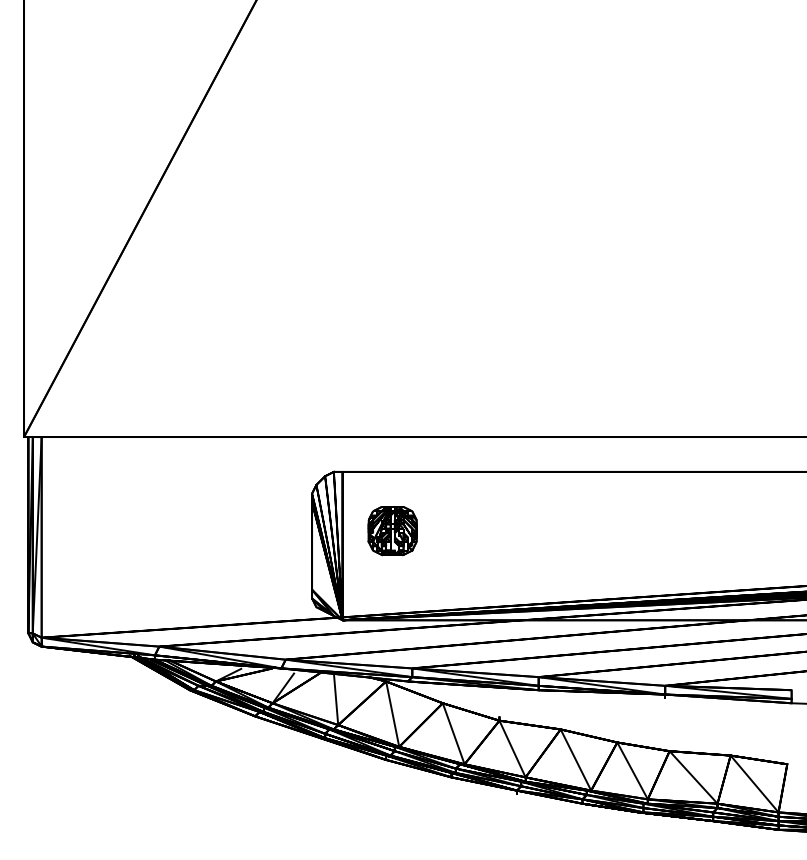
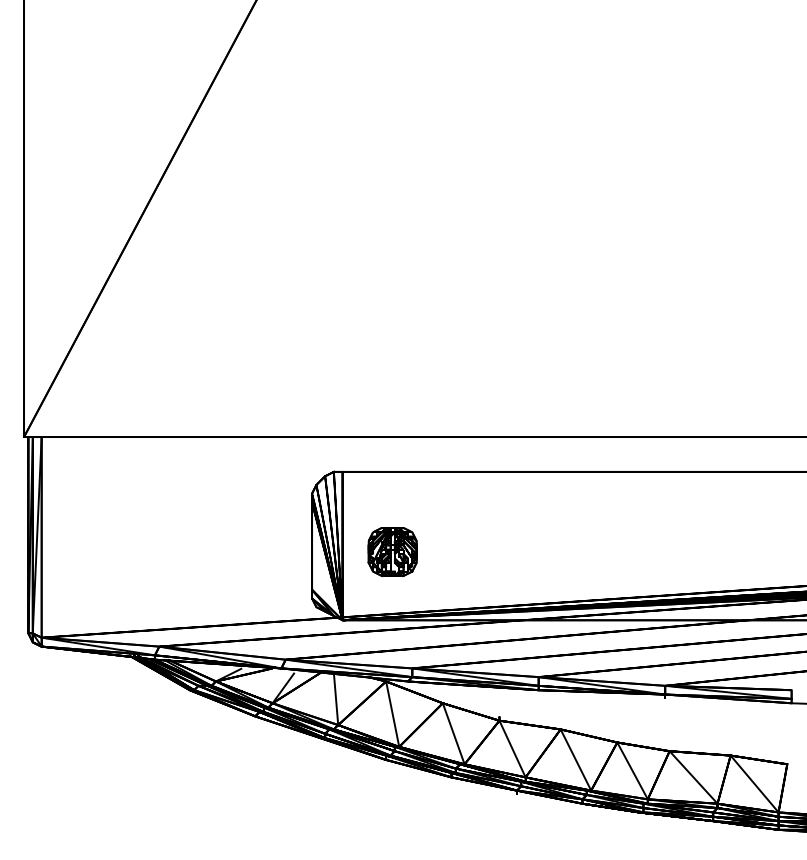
part at (392, 531) position: (392, 531) -> (392, 552)
